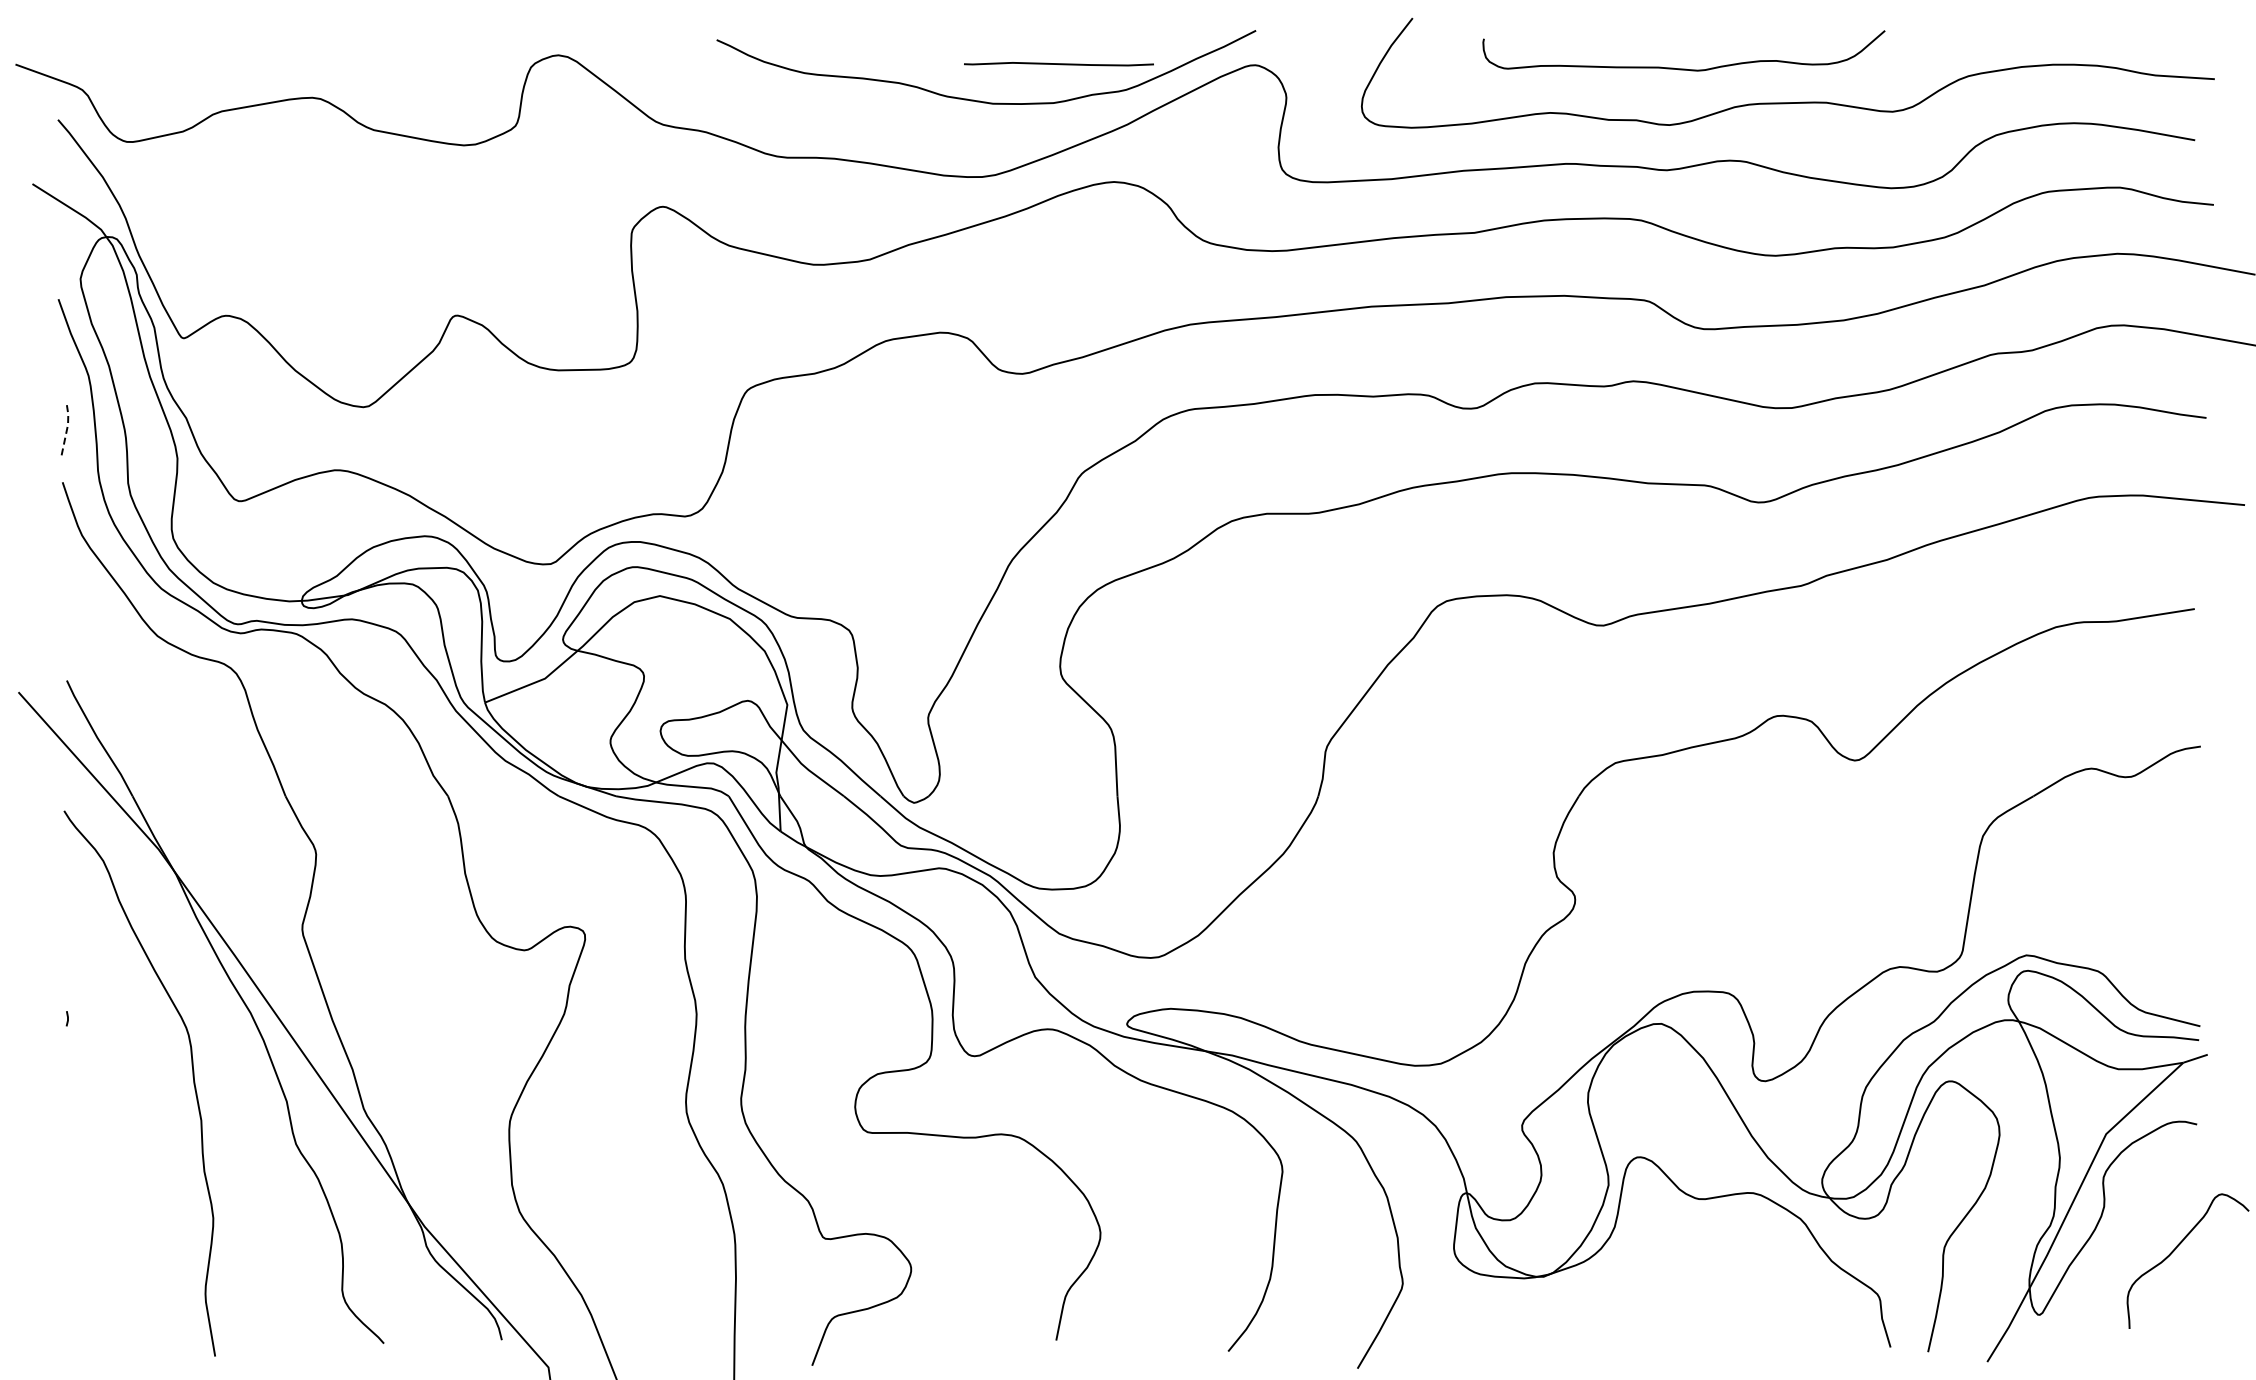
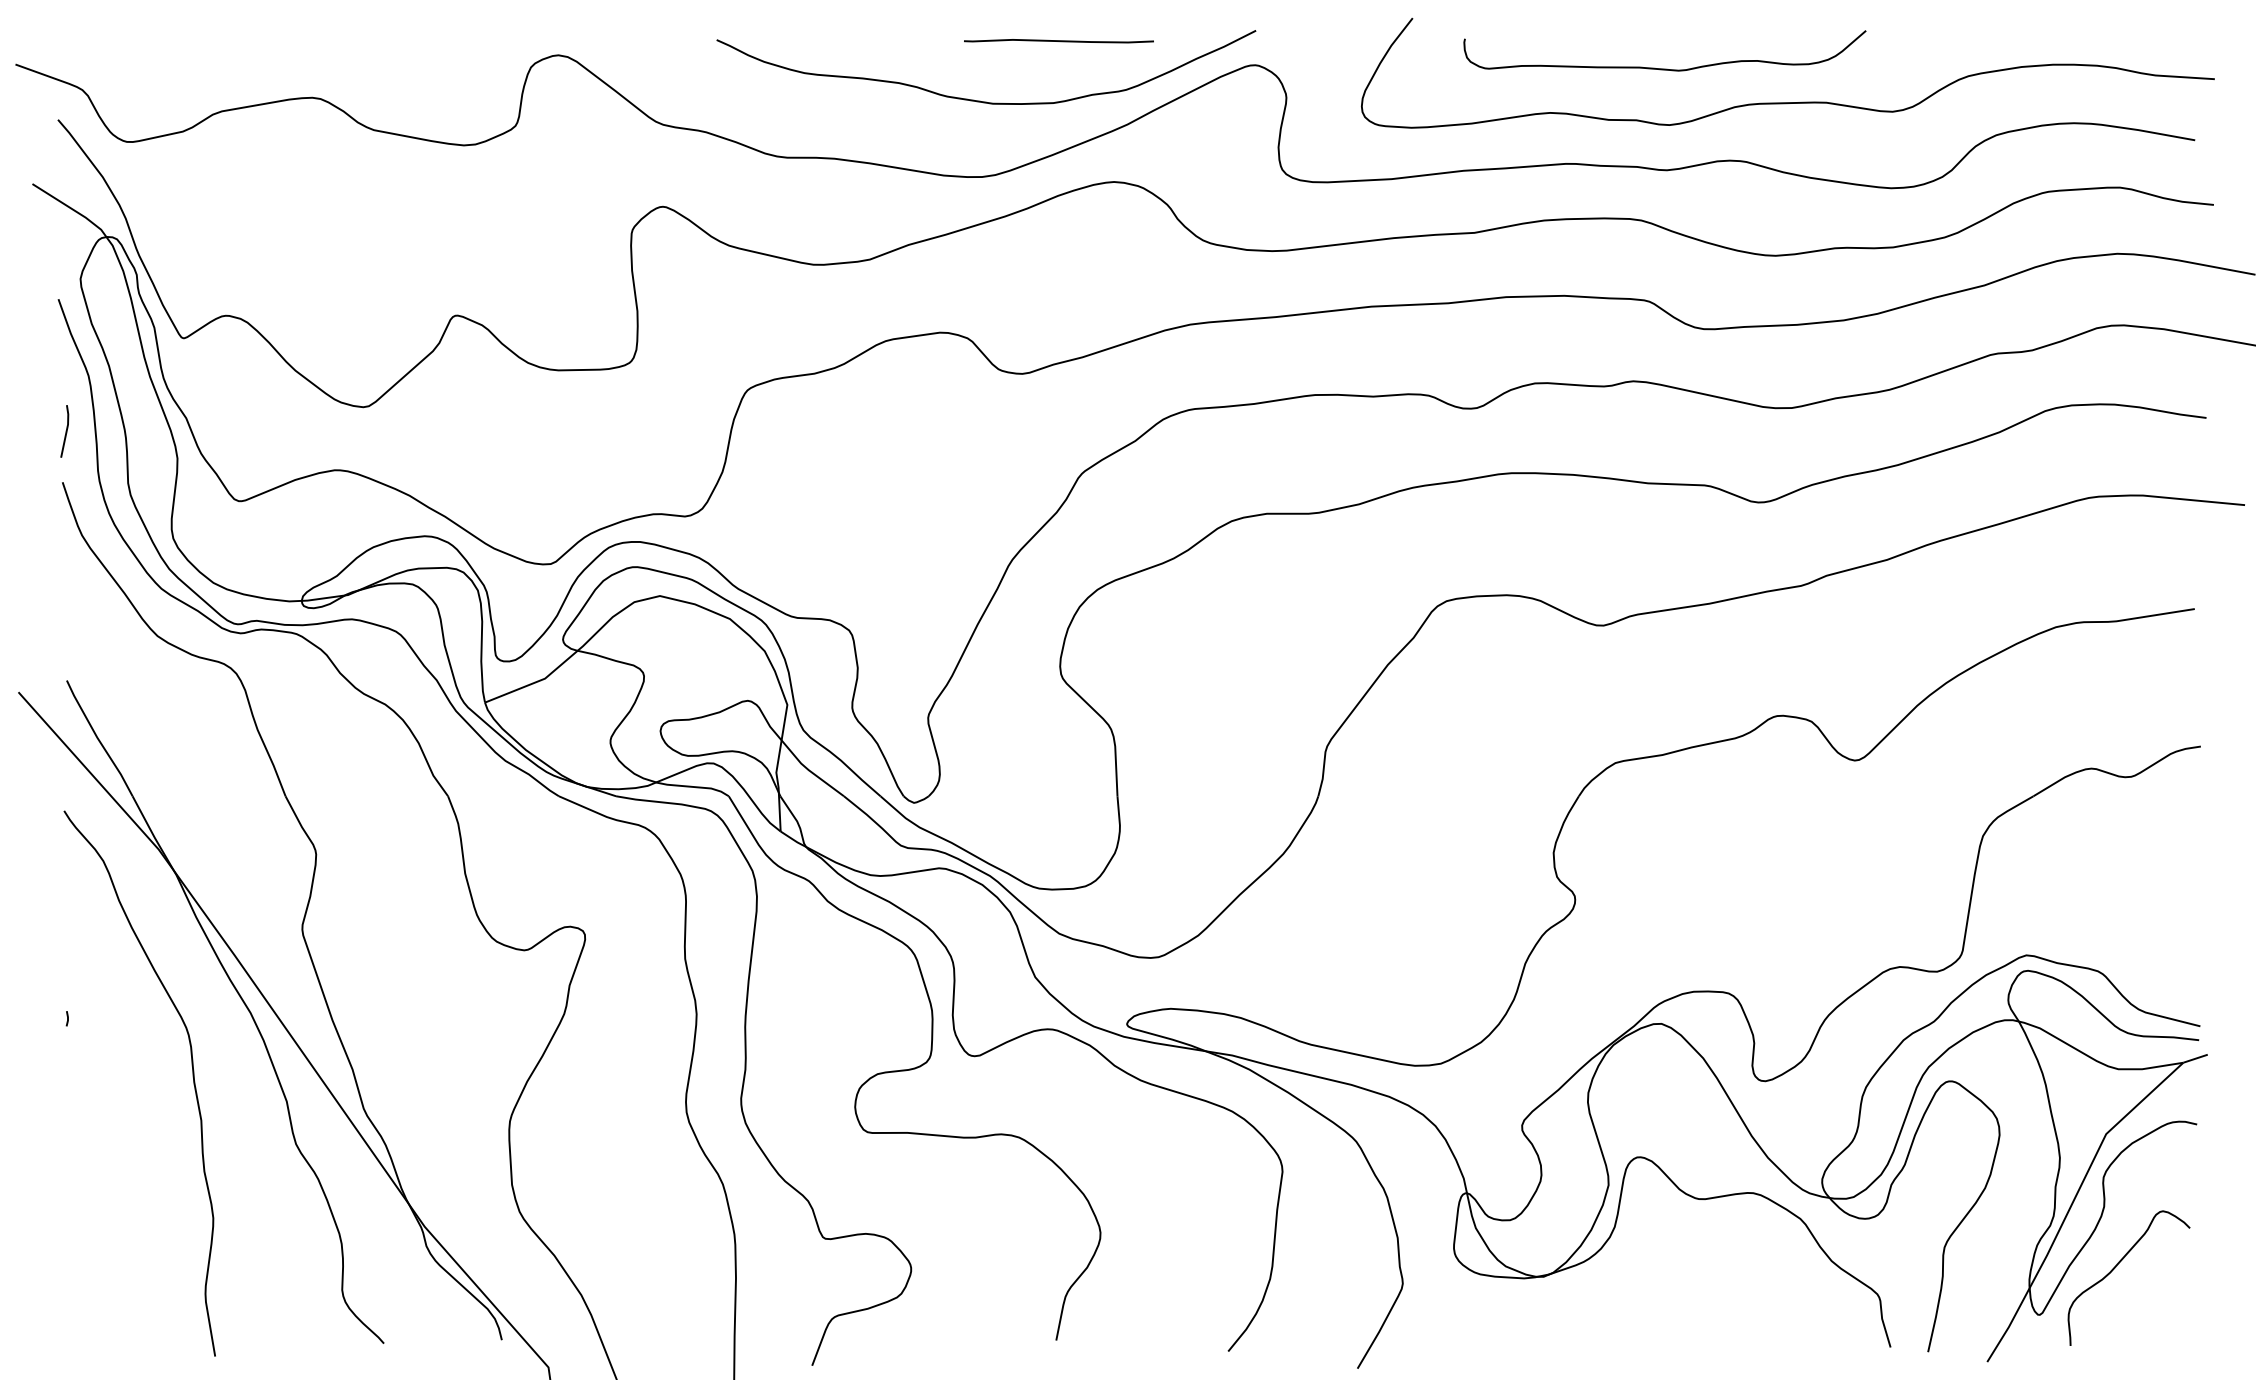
curve at (1058, 64) position: (1058, 64) -> (1058, 41)
curve at (1683, 68) position: (1683, 68) -> (1664, 68)
line at (66, 430): dashed -> solid
curve at (2175, 1250) position: (2175, 1250) -> (2116, 1267)
